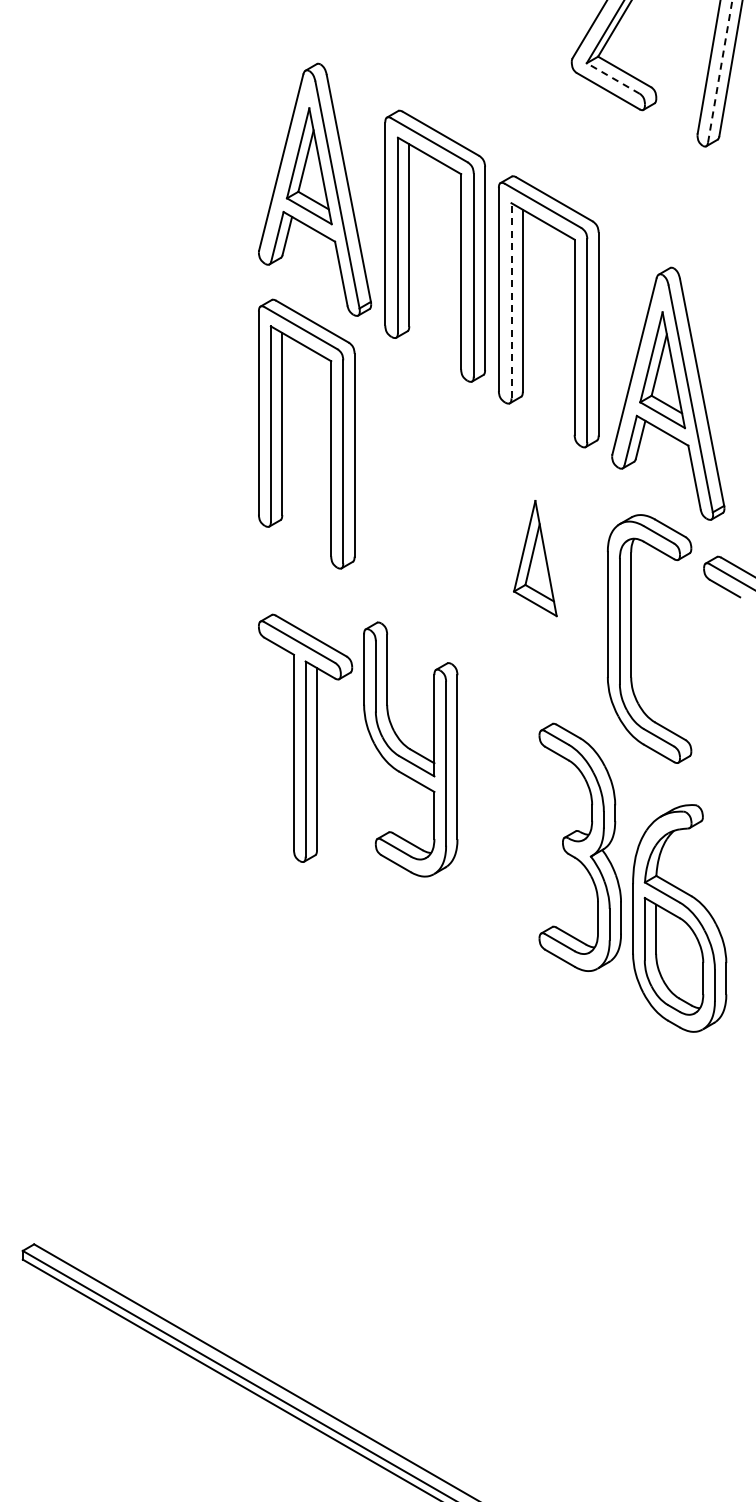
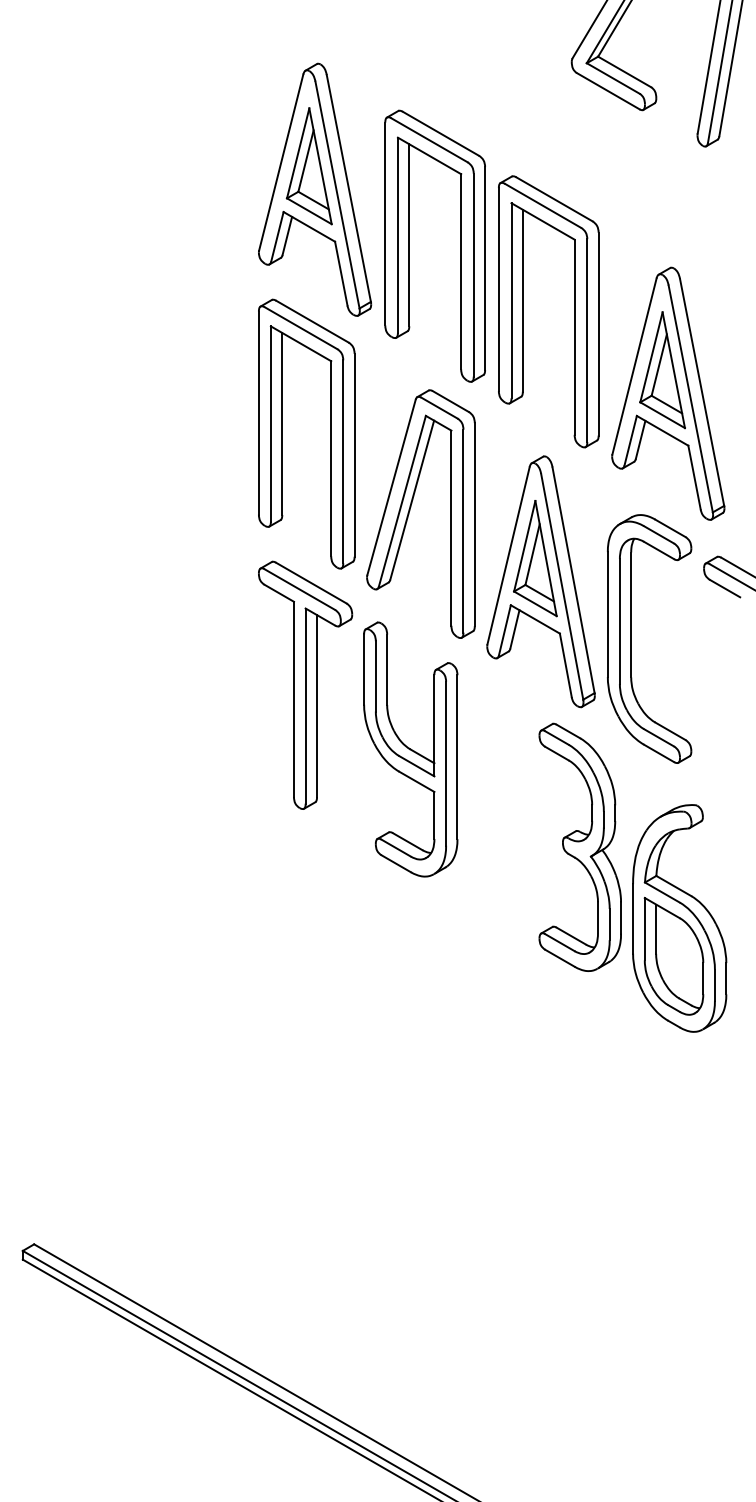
line at (720, 71): dashed -> solid
line at (613, 78): dashed -> solid
line at (511, 300): dashed -> solid
part at (410, 510): none -> present
part at (540, 581): none -> present
part at (305, 737) position: (305, 737) -> (305, 684)
